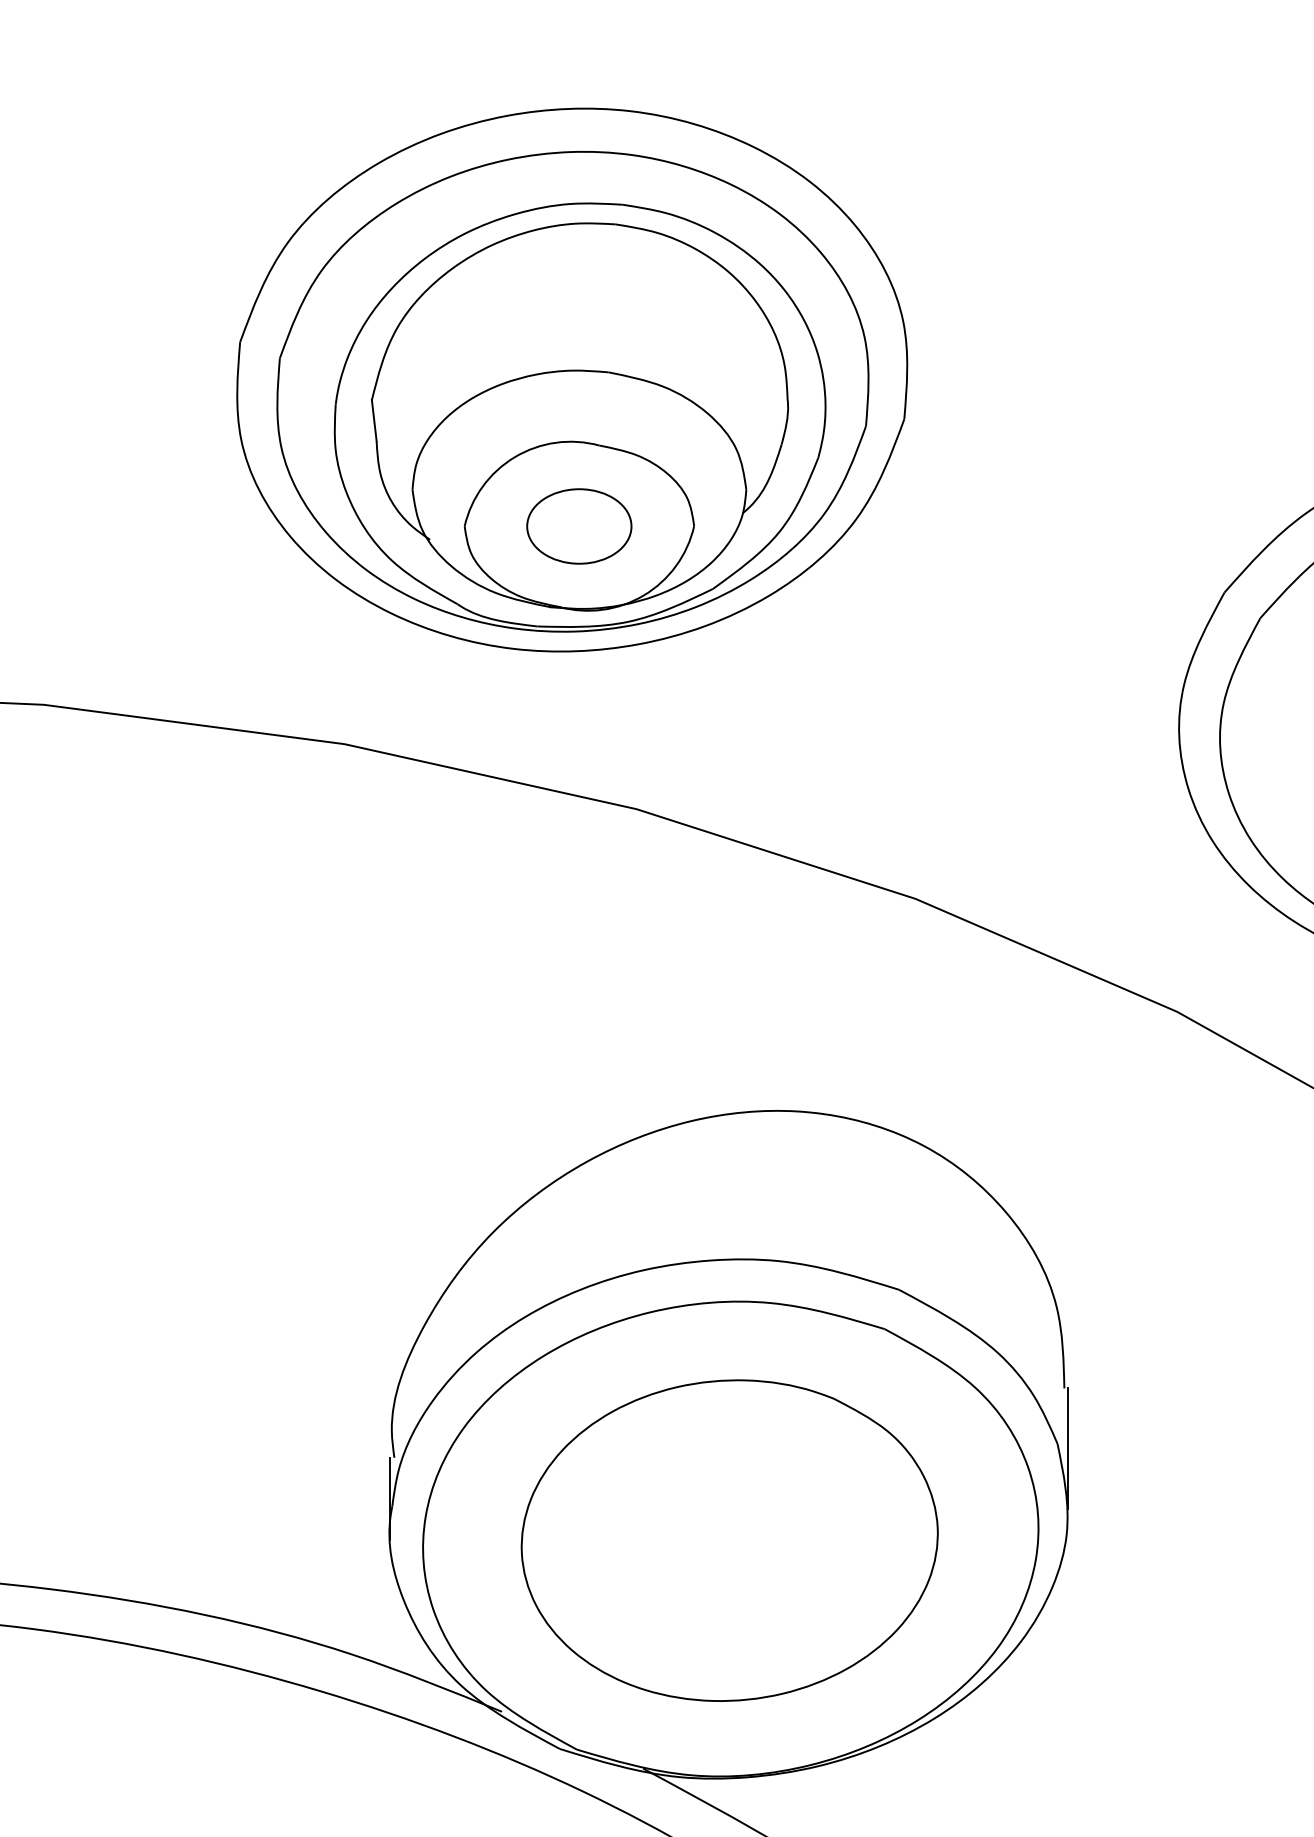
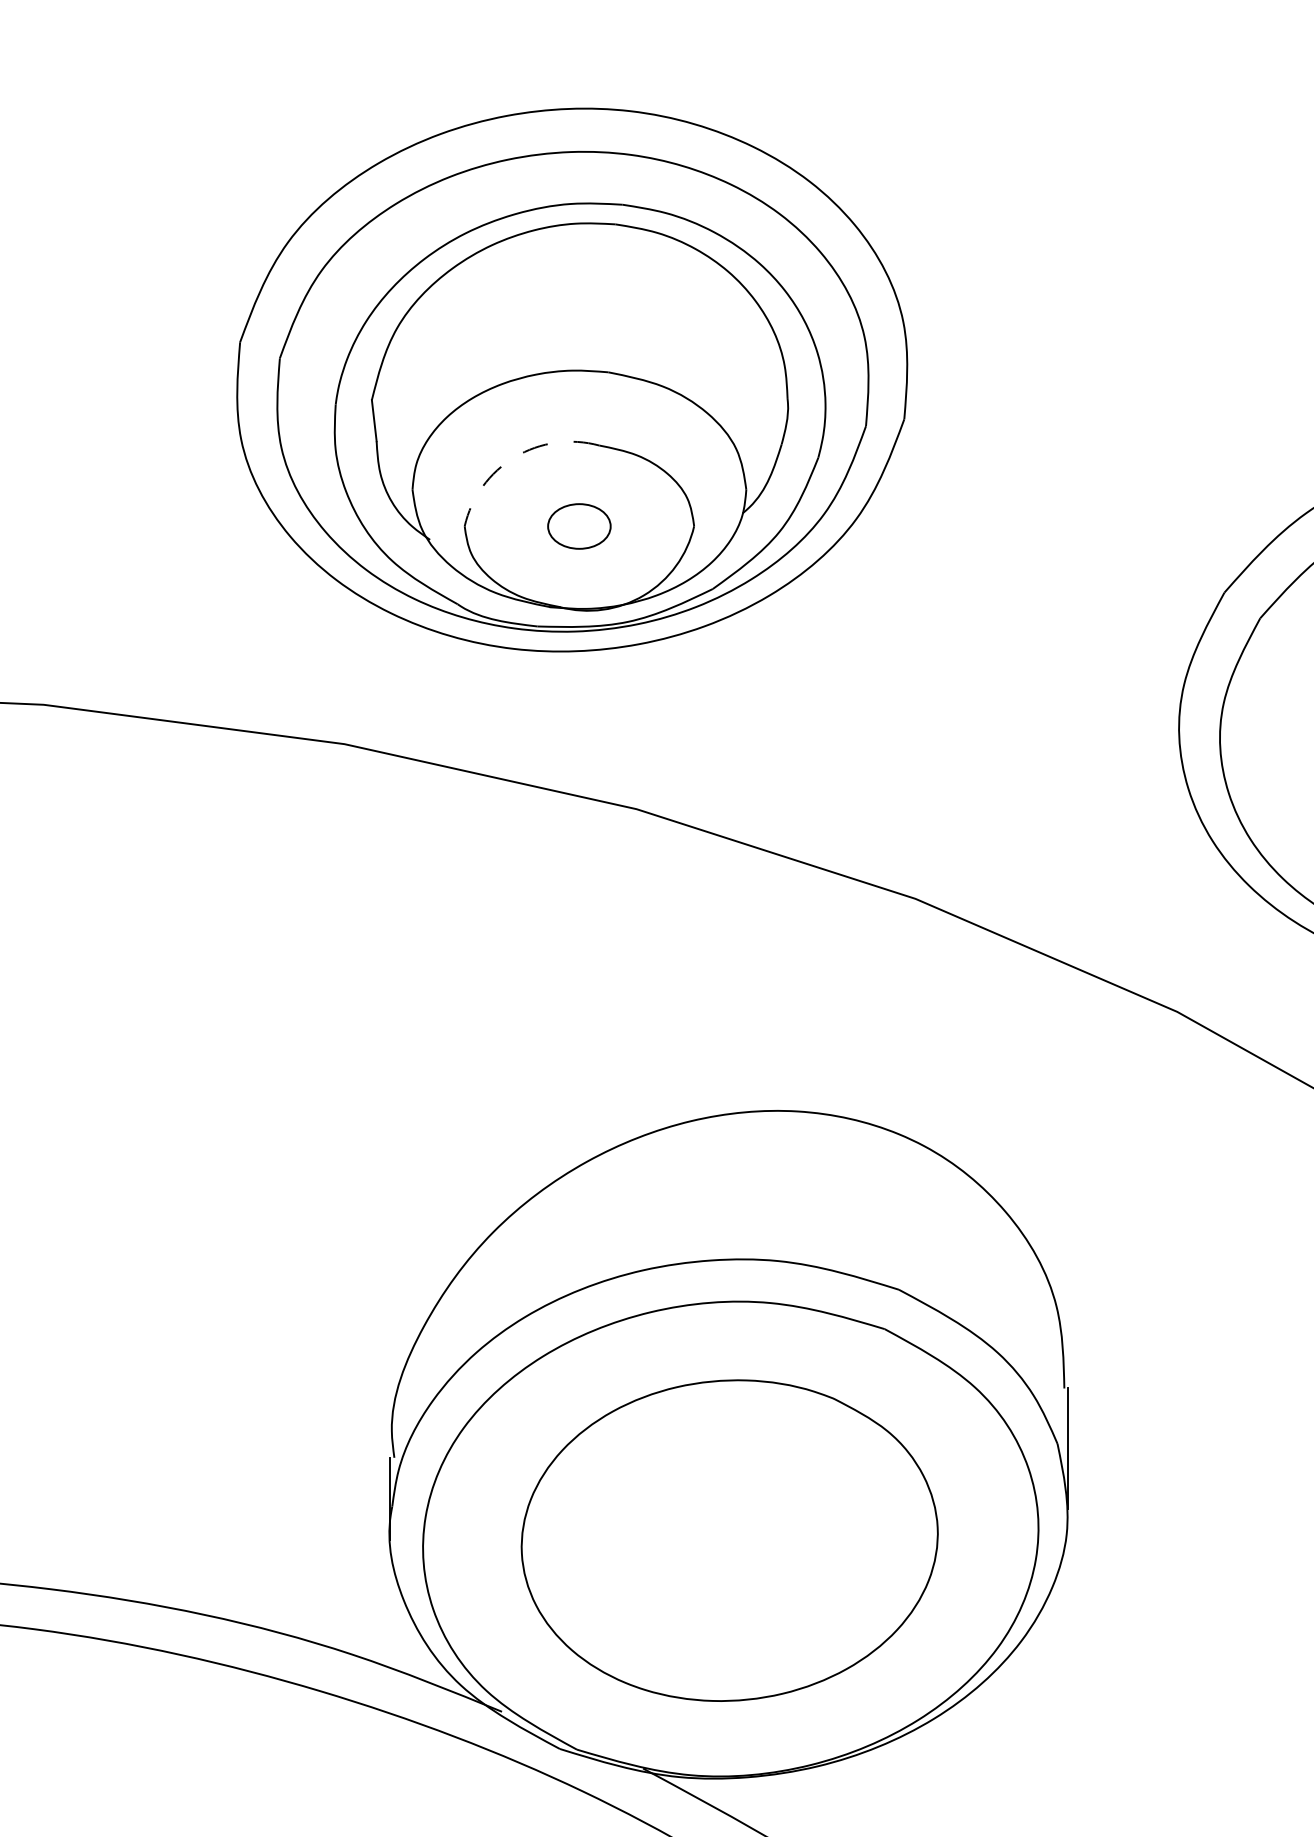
arc at (514, 457): solid -> dashed
part at (579, 526) size: 107x77 px -> 65x47 px
